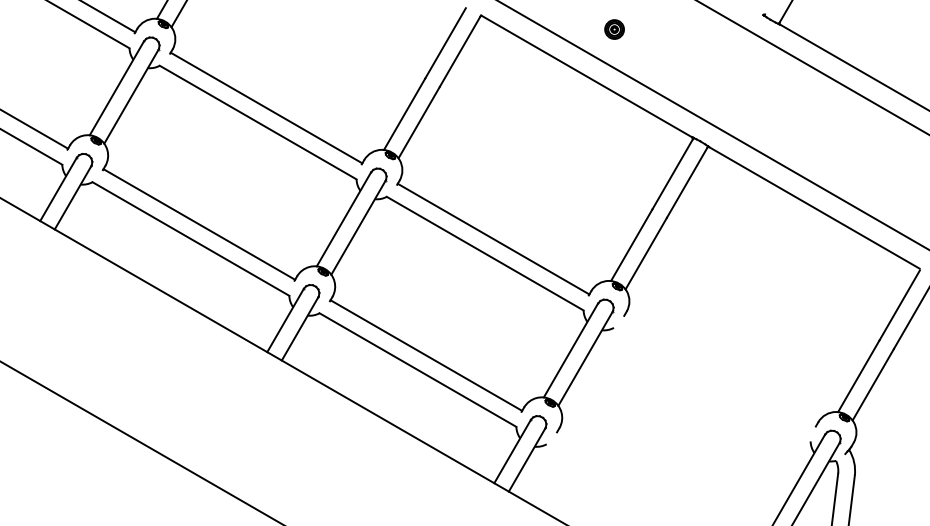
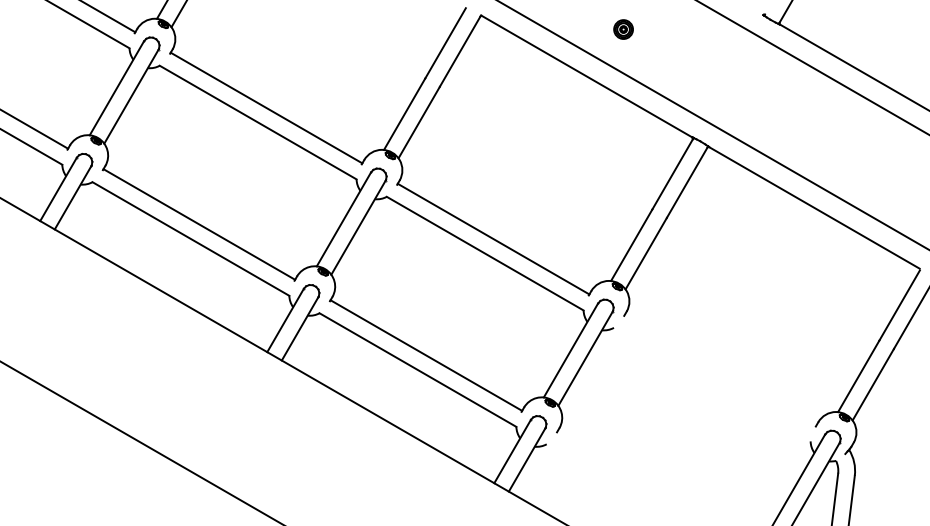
part at (614, 29) position: (614, 29) -> (623, 29)
